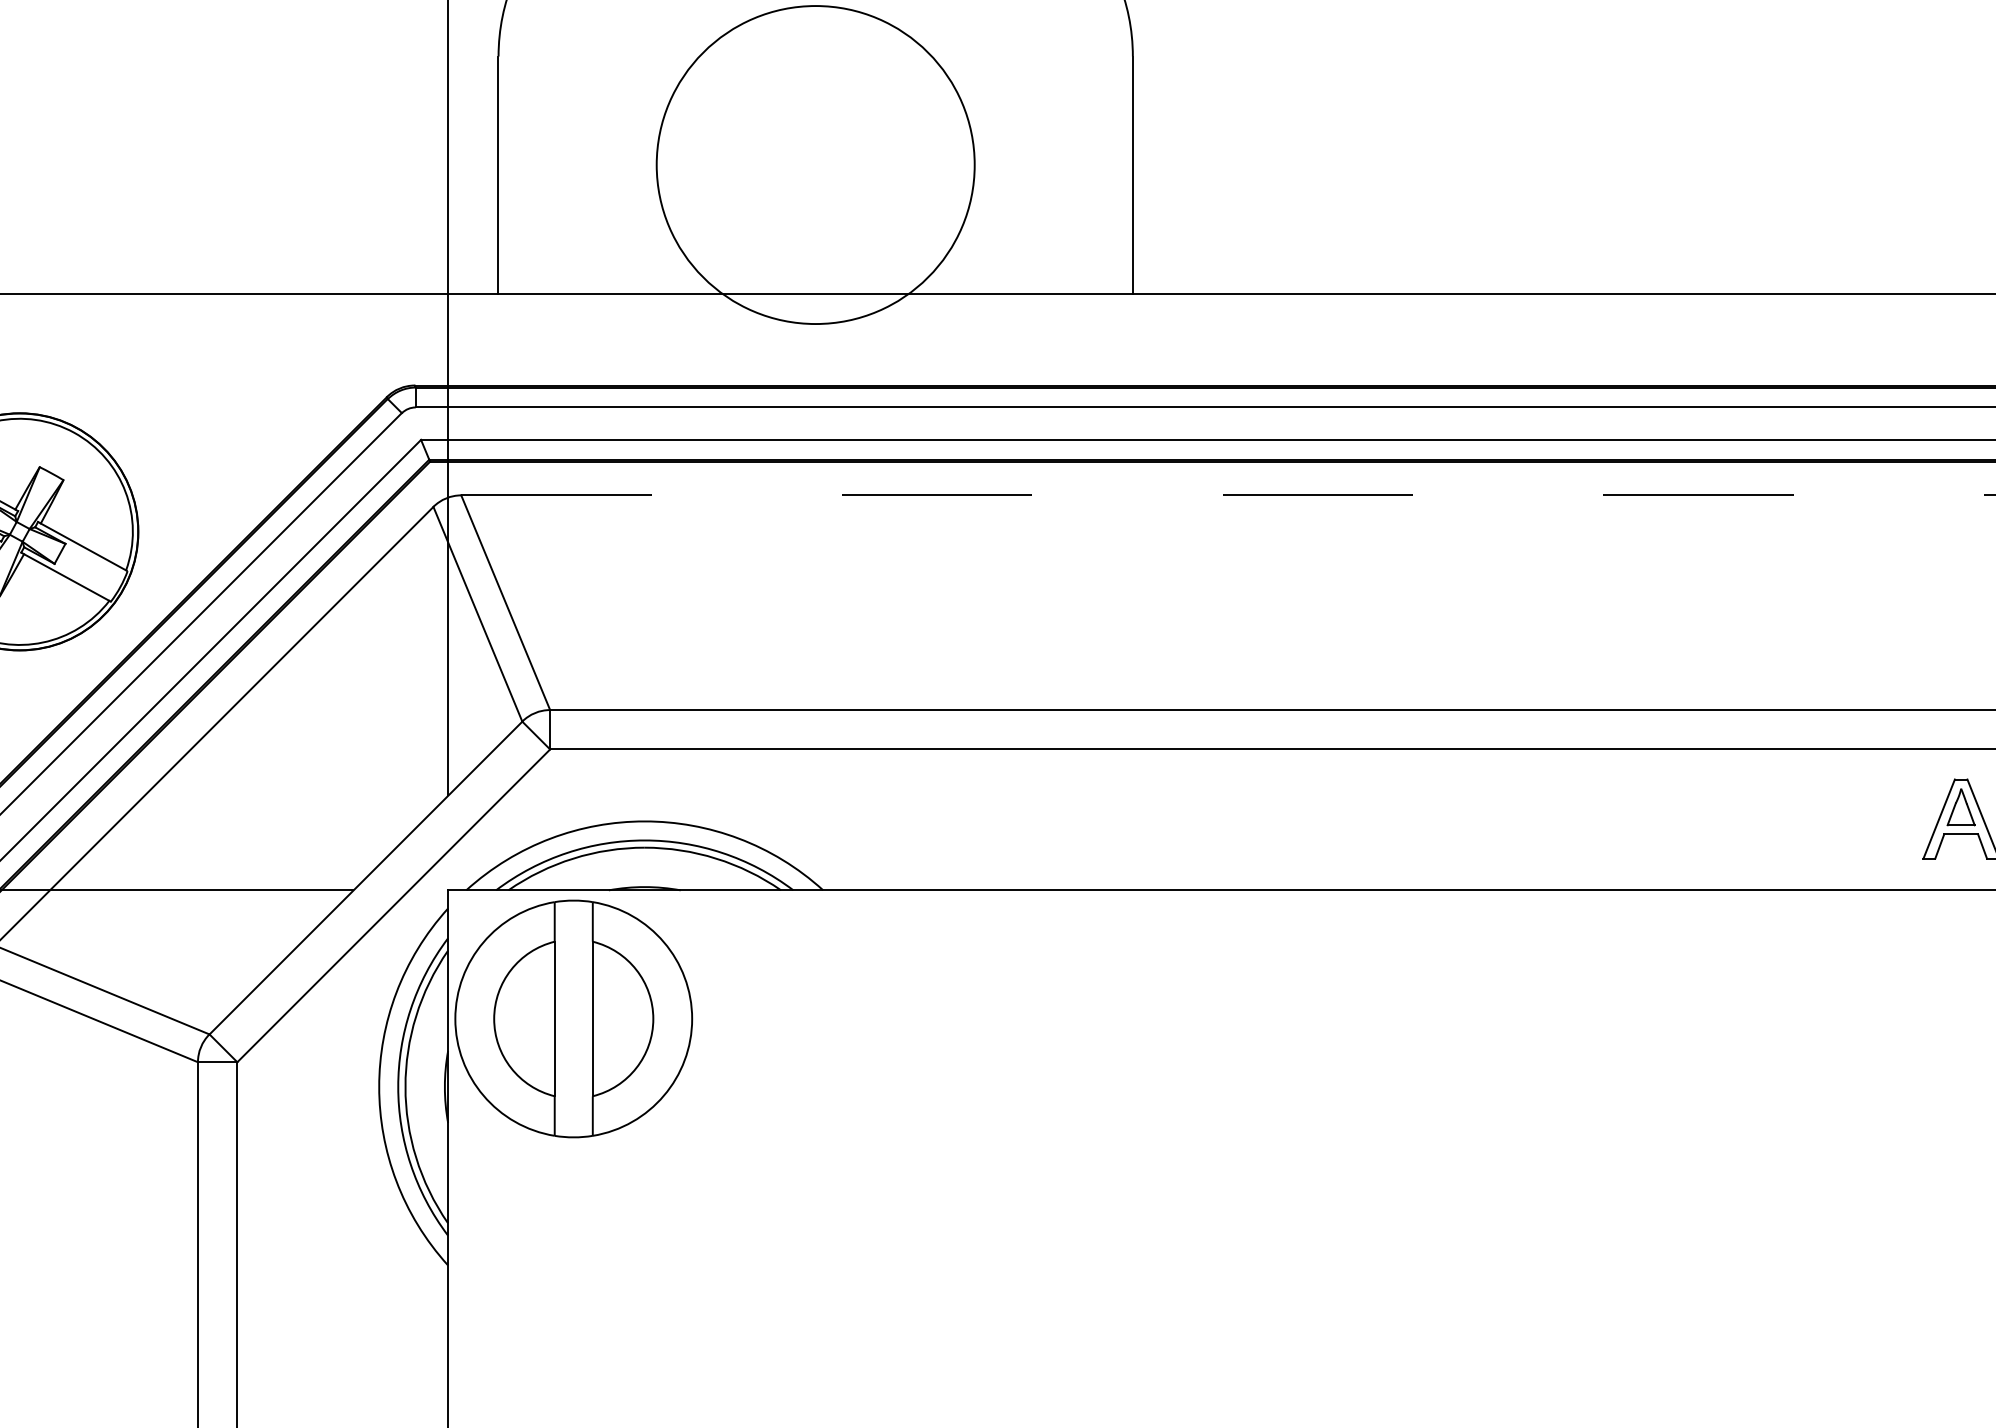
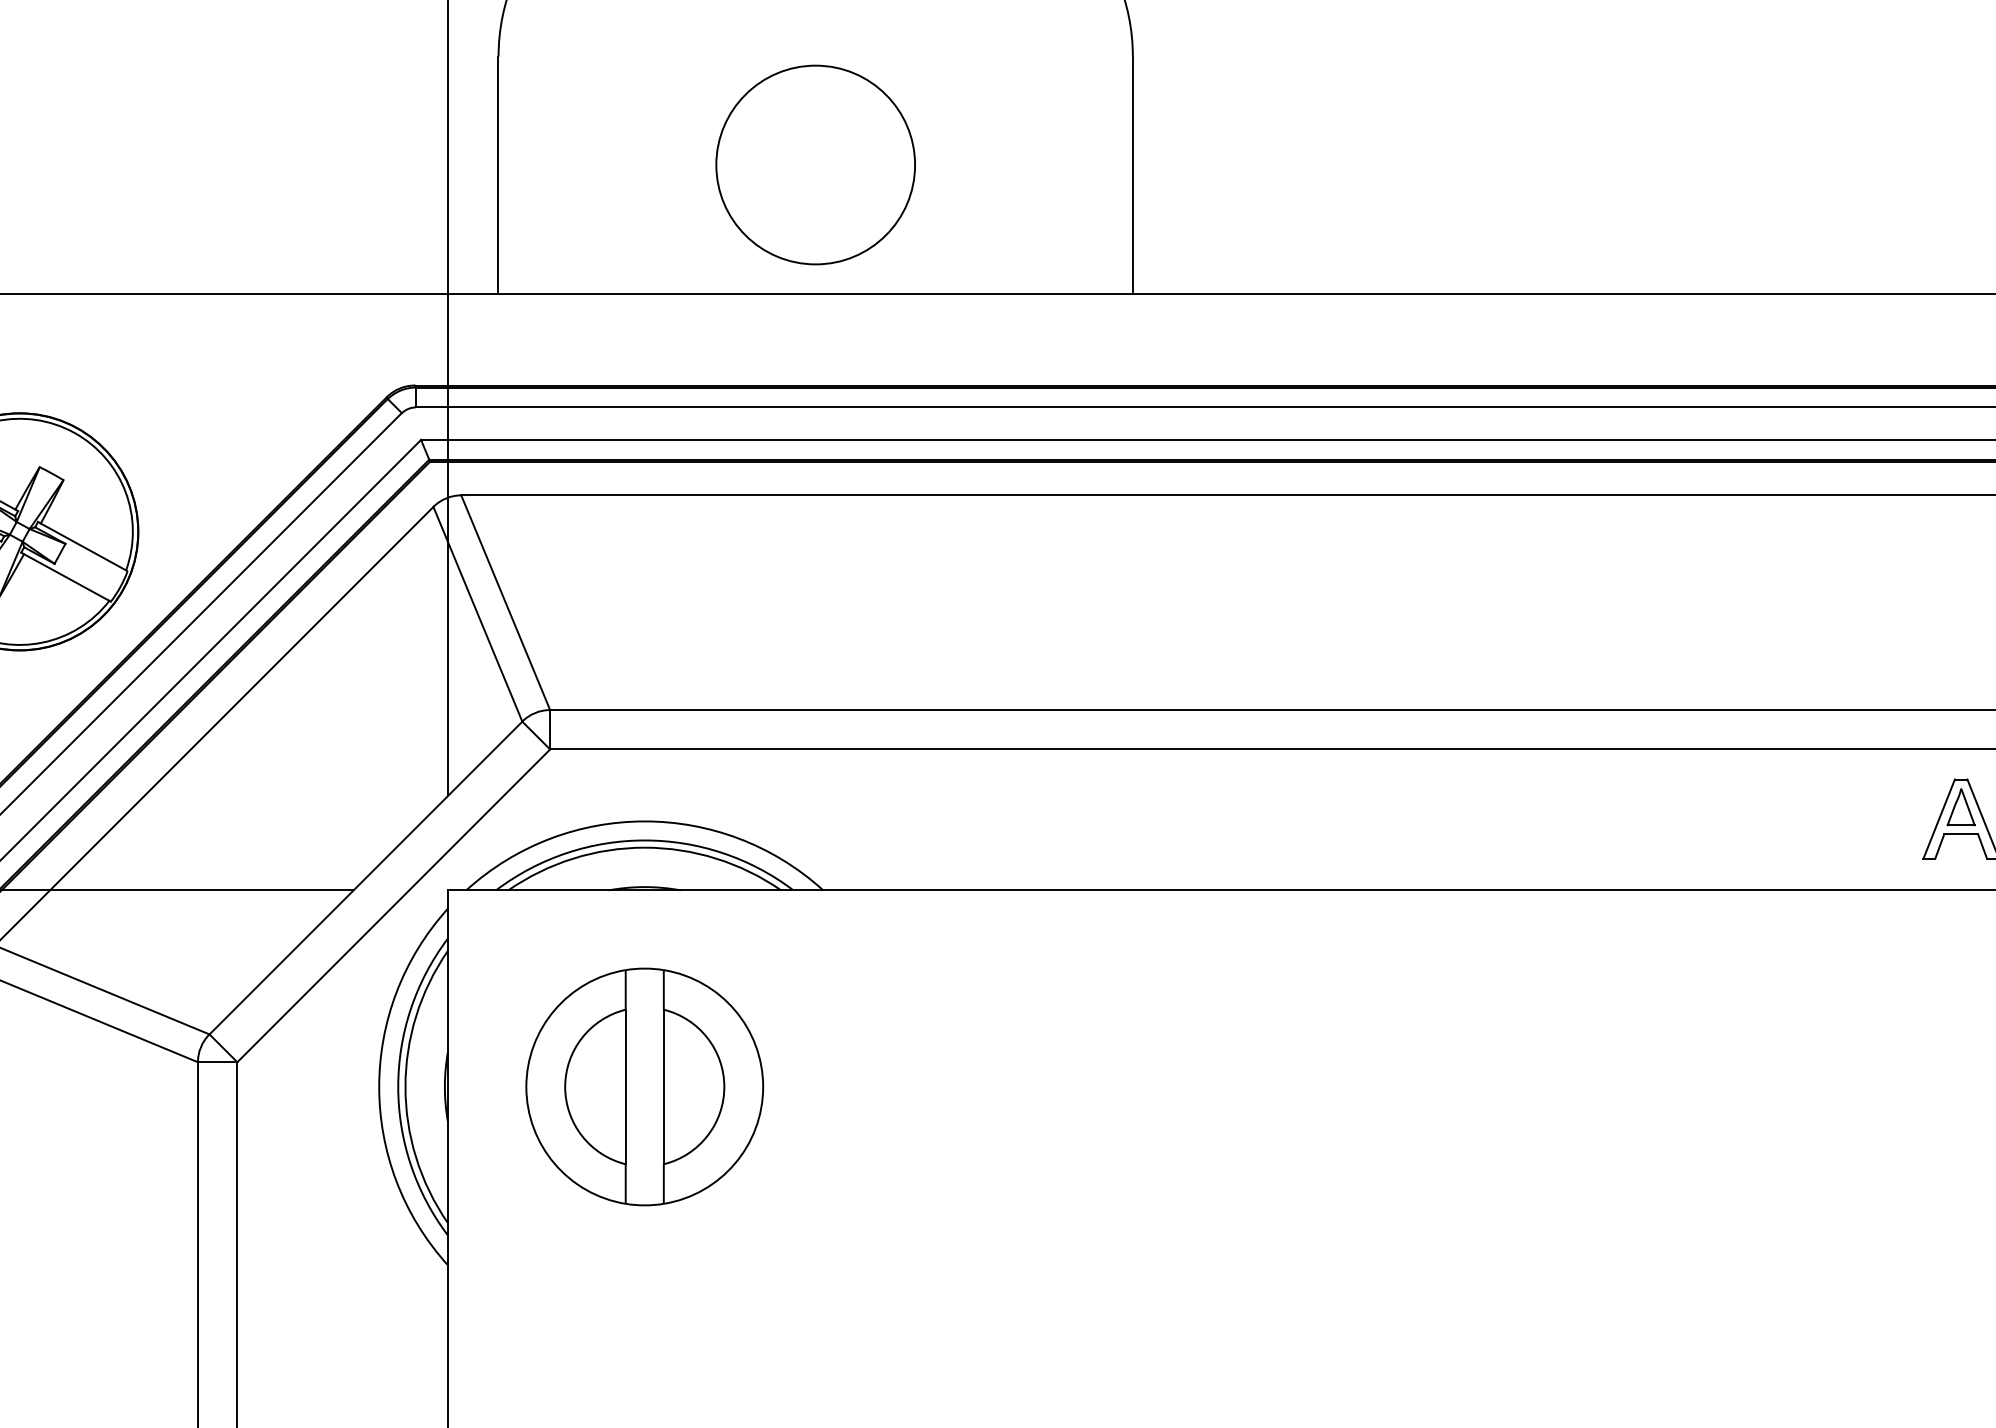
circle at (815, 165) diameter: 318 px -> 199 px
line at (1228, 495): dashed -> solid
part at (573, 1018) position: (573, 1018) -> (644, 1086)
